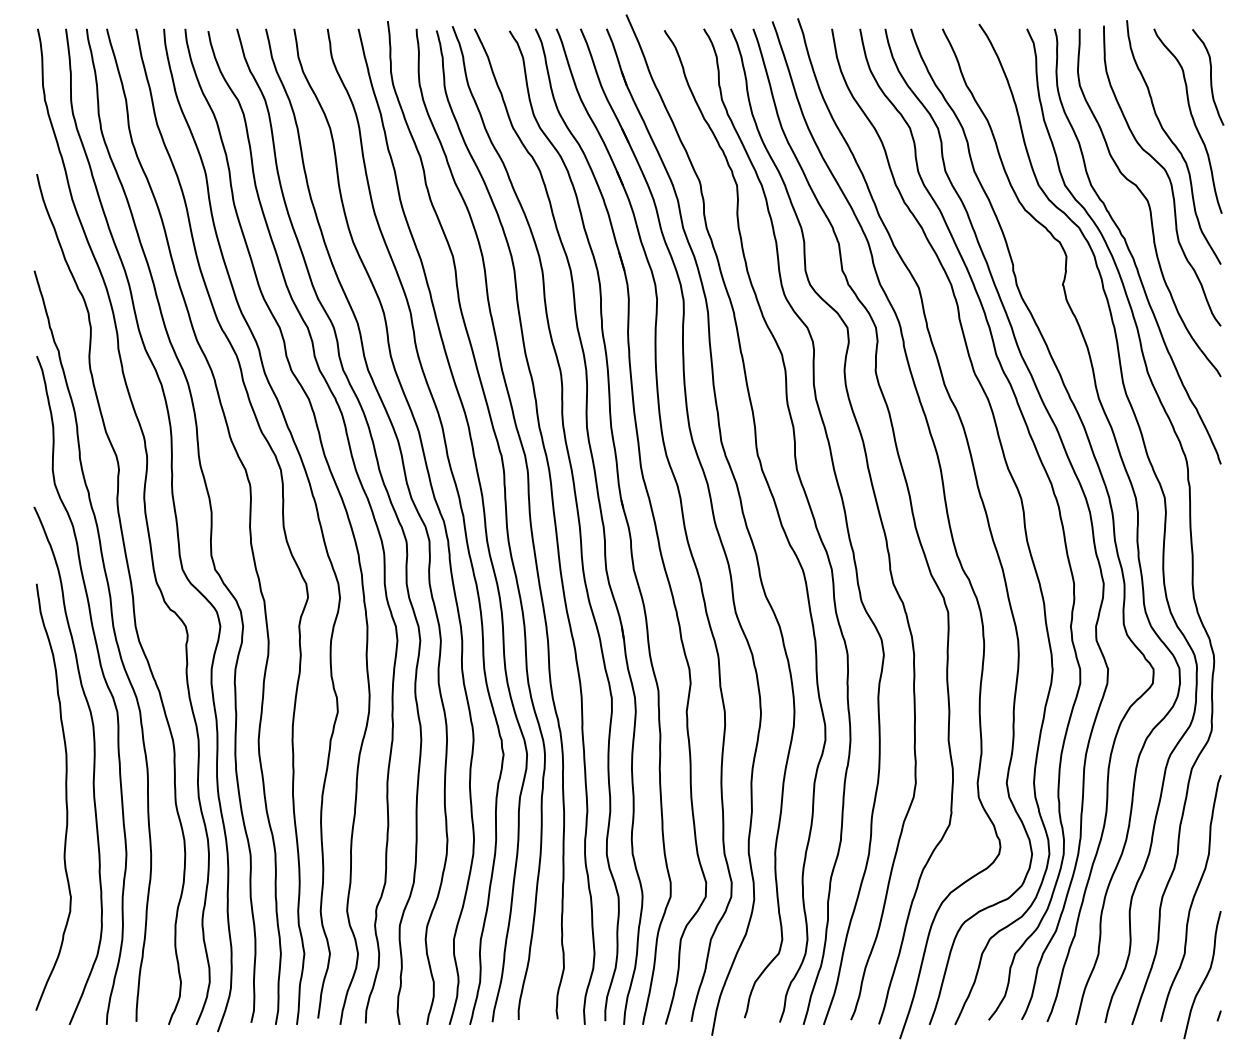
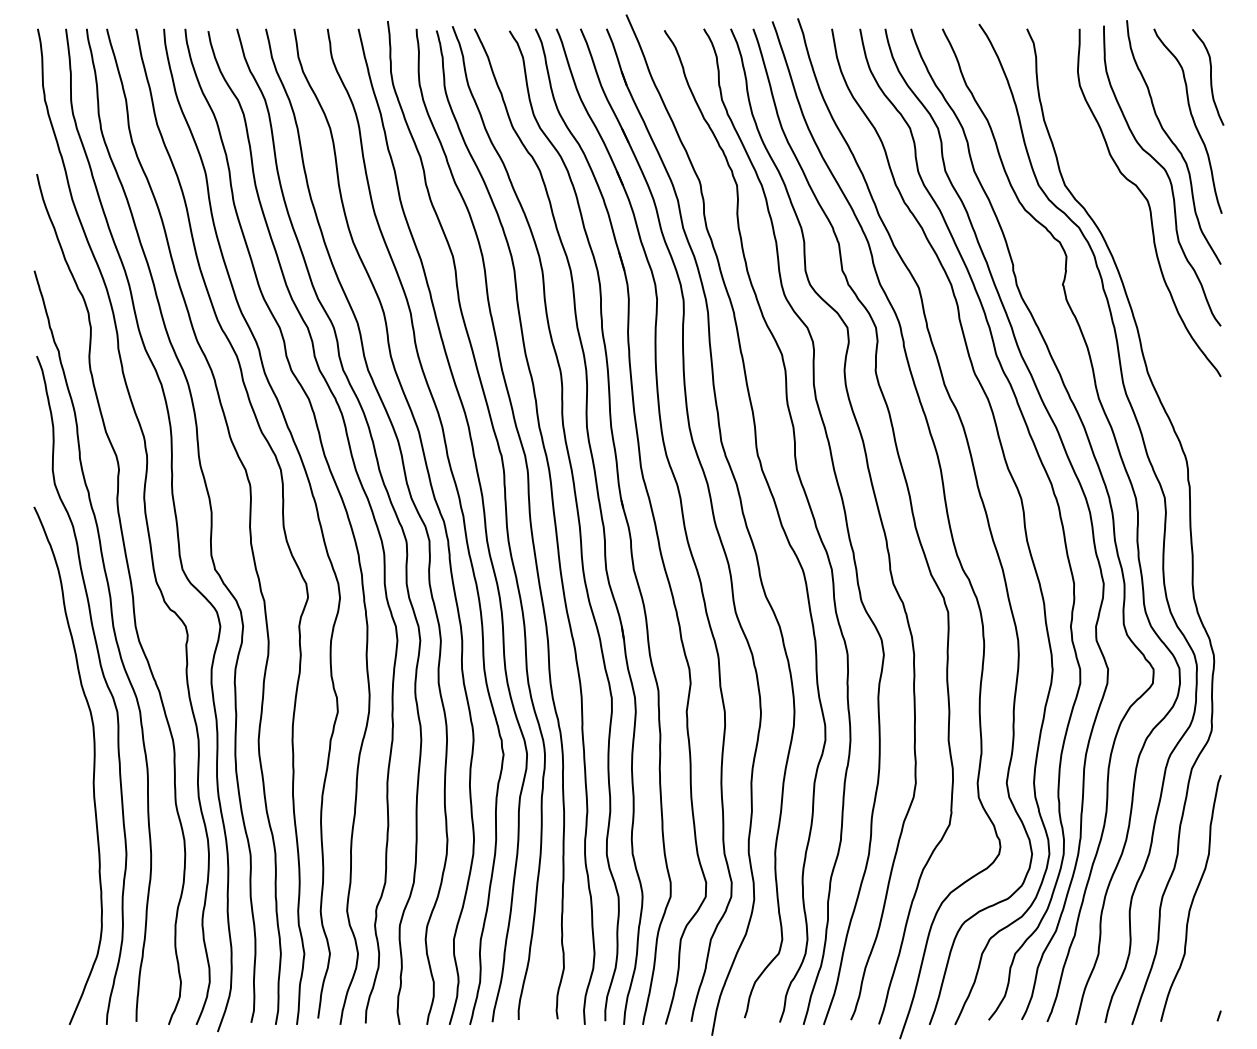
curve at (1130, 250): present -> none
curve at (65, 796): present -> none
curve at (1205, 976): present -> none
